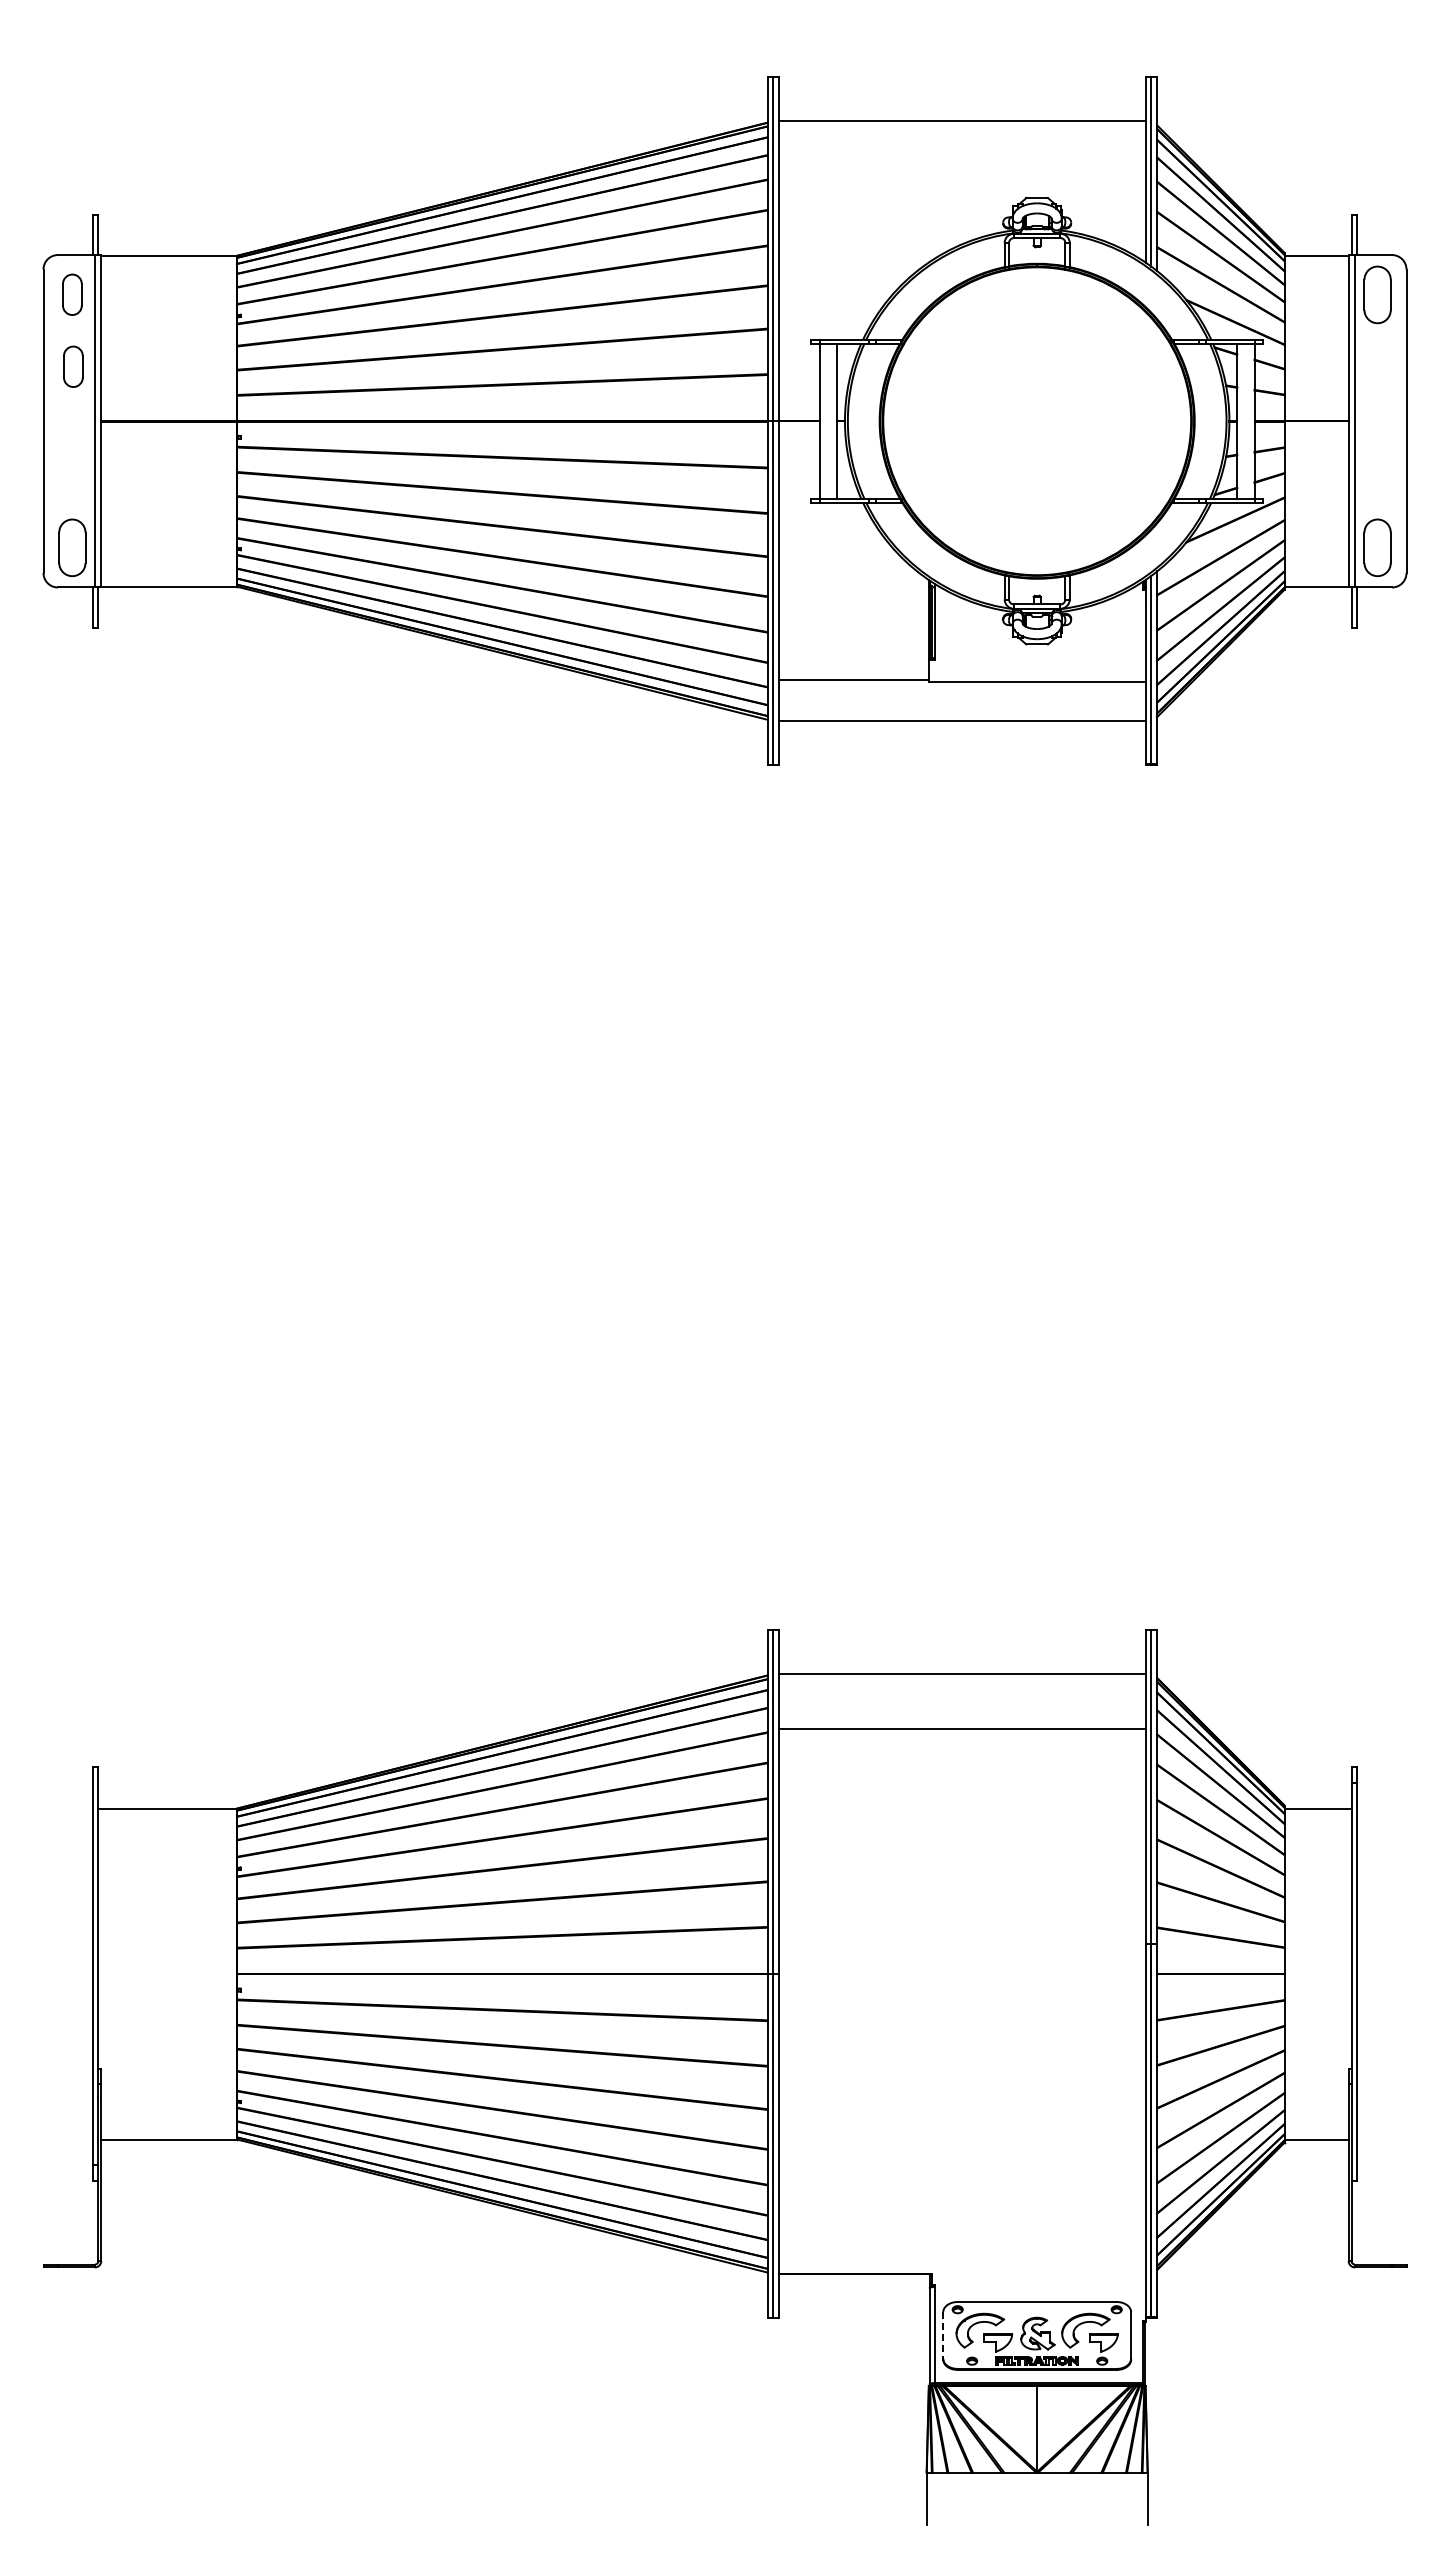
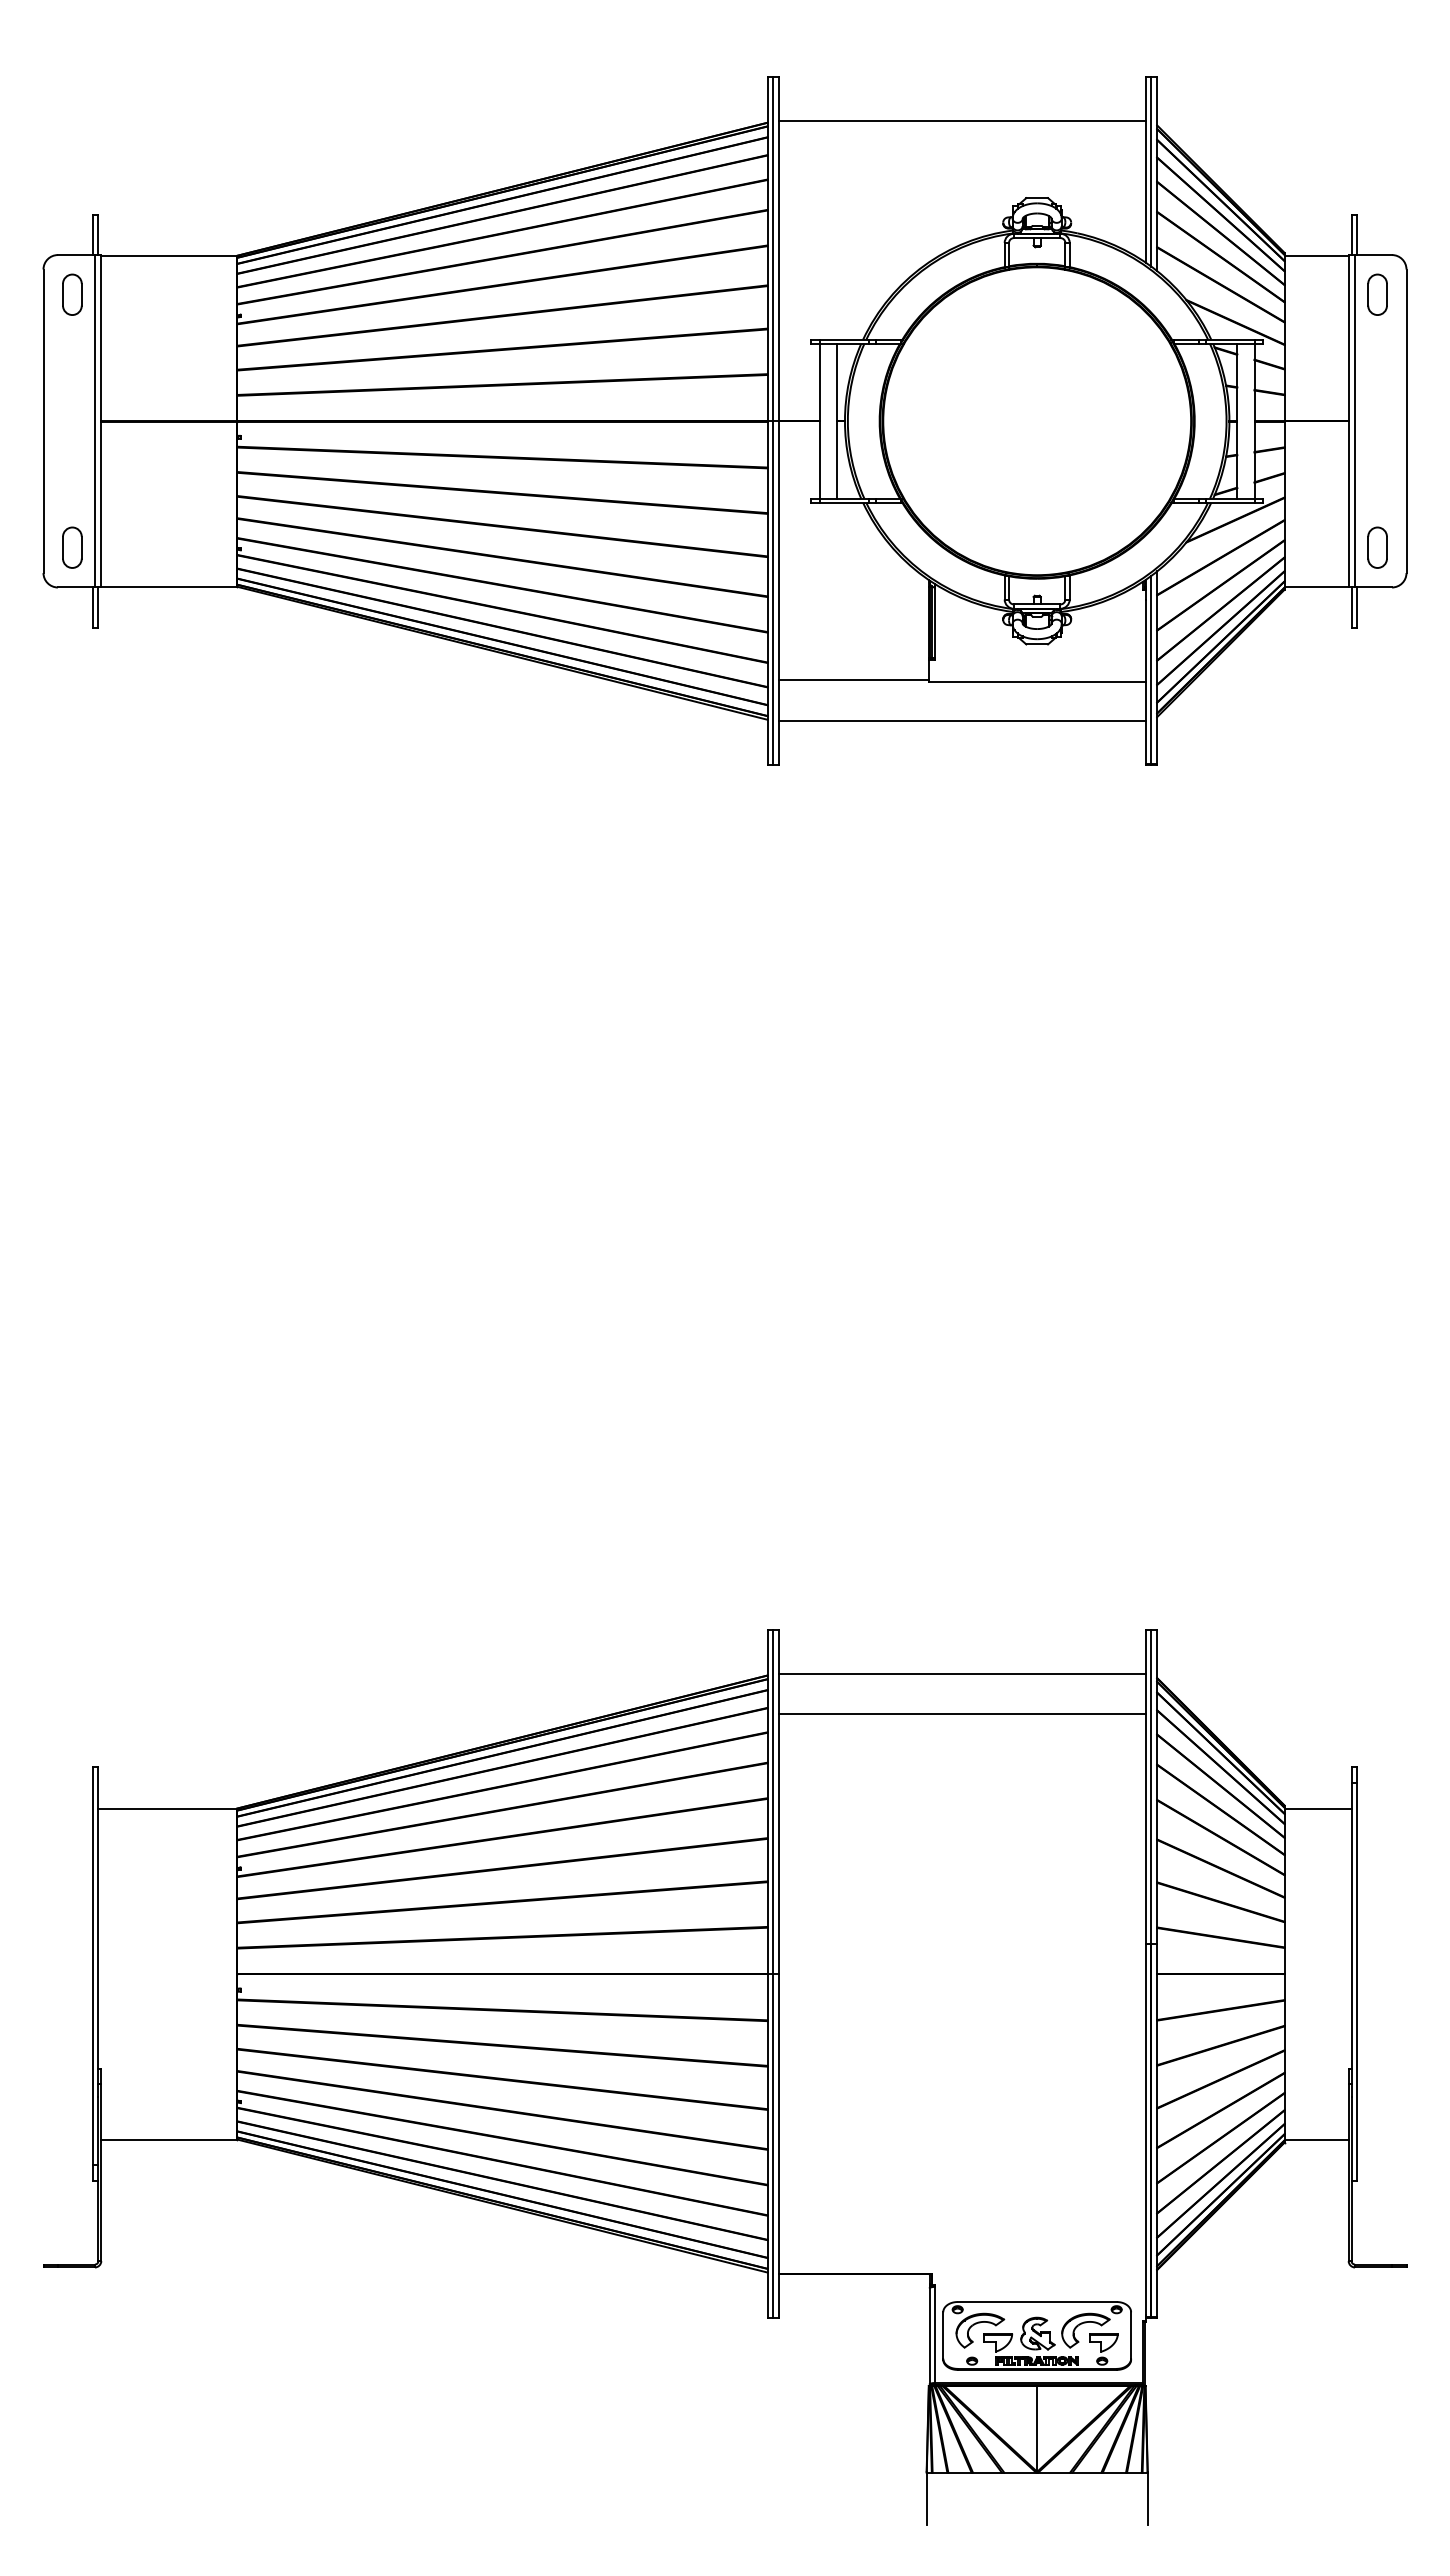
part at (1377, 294) size: 29x60 px -> 21x43 px
part at (73, 366): present -> none
part at (72, 547) size: 29x60 px -> 21x43 px
part at (1377, 547) size: 29x60 px -> 21x43 px
line at (962, 1728) position: (962, 1728) -> (962, 1713)
line at (943, 2335): dashed -> solid
